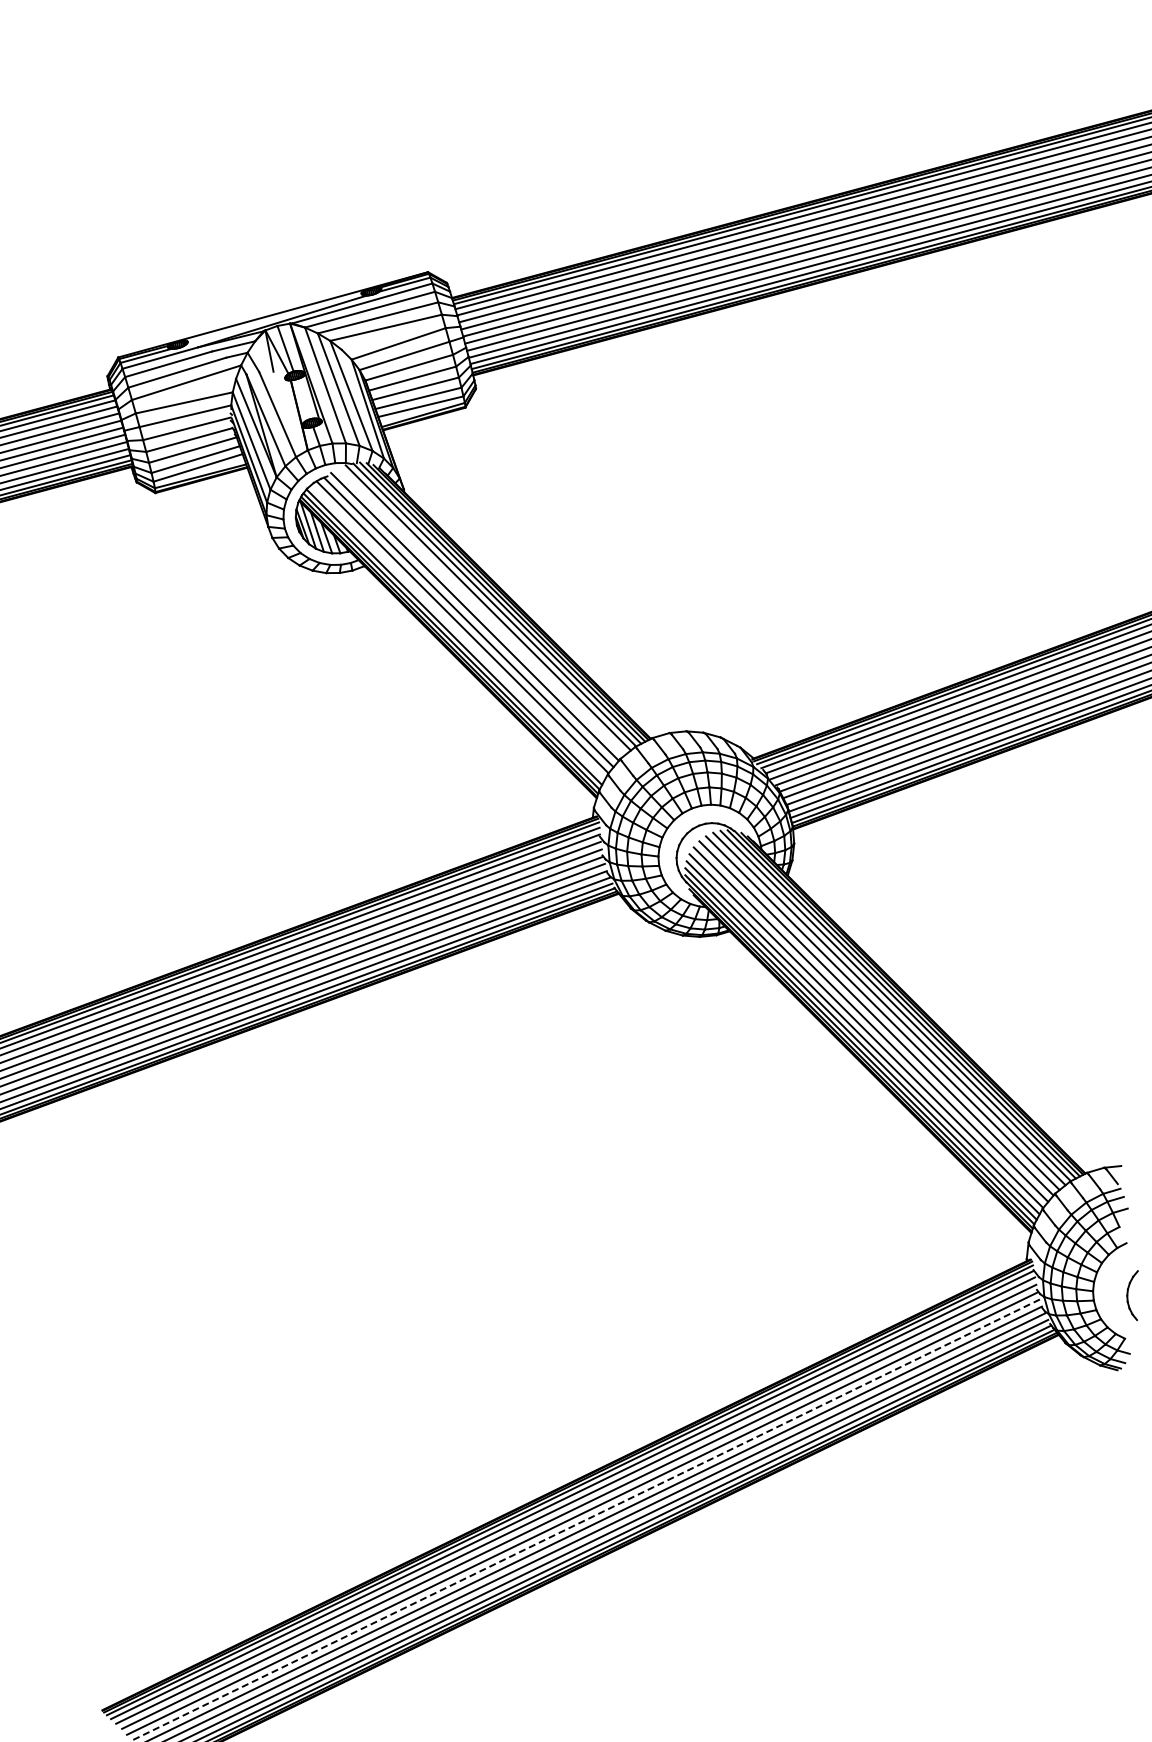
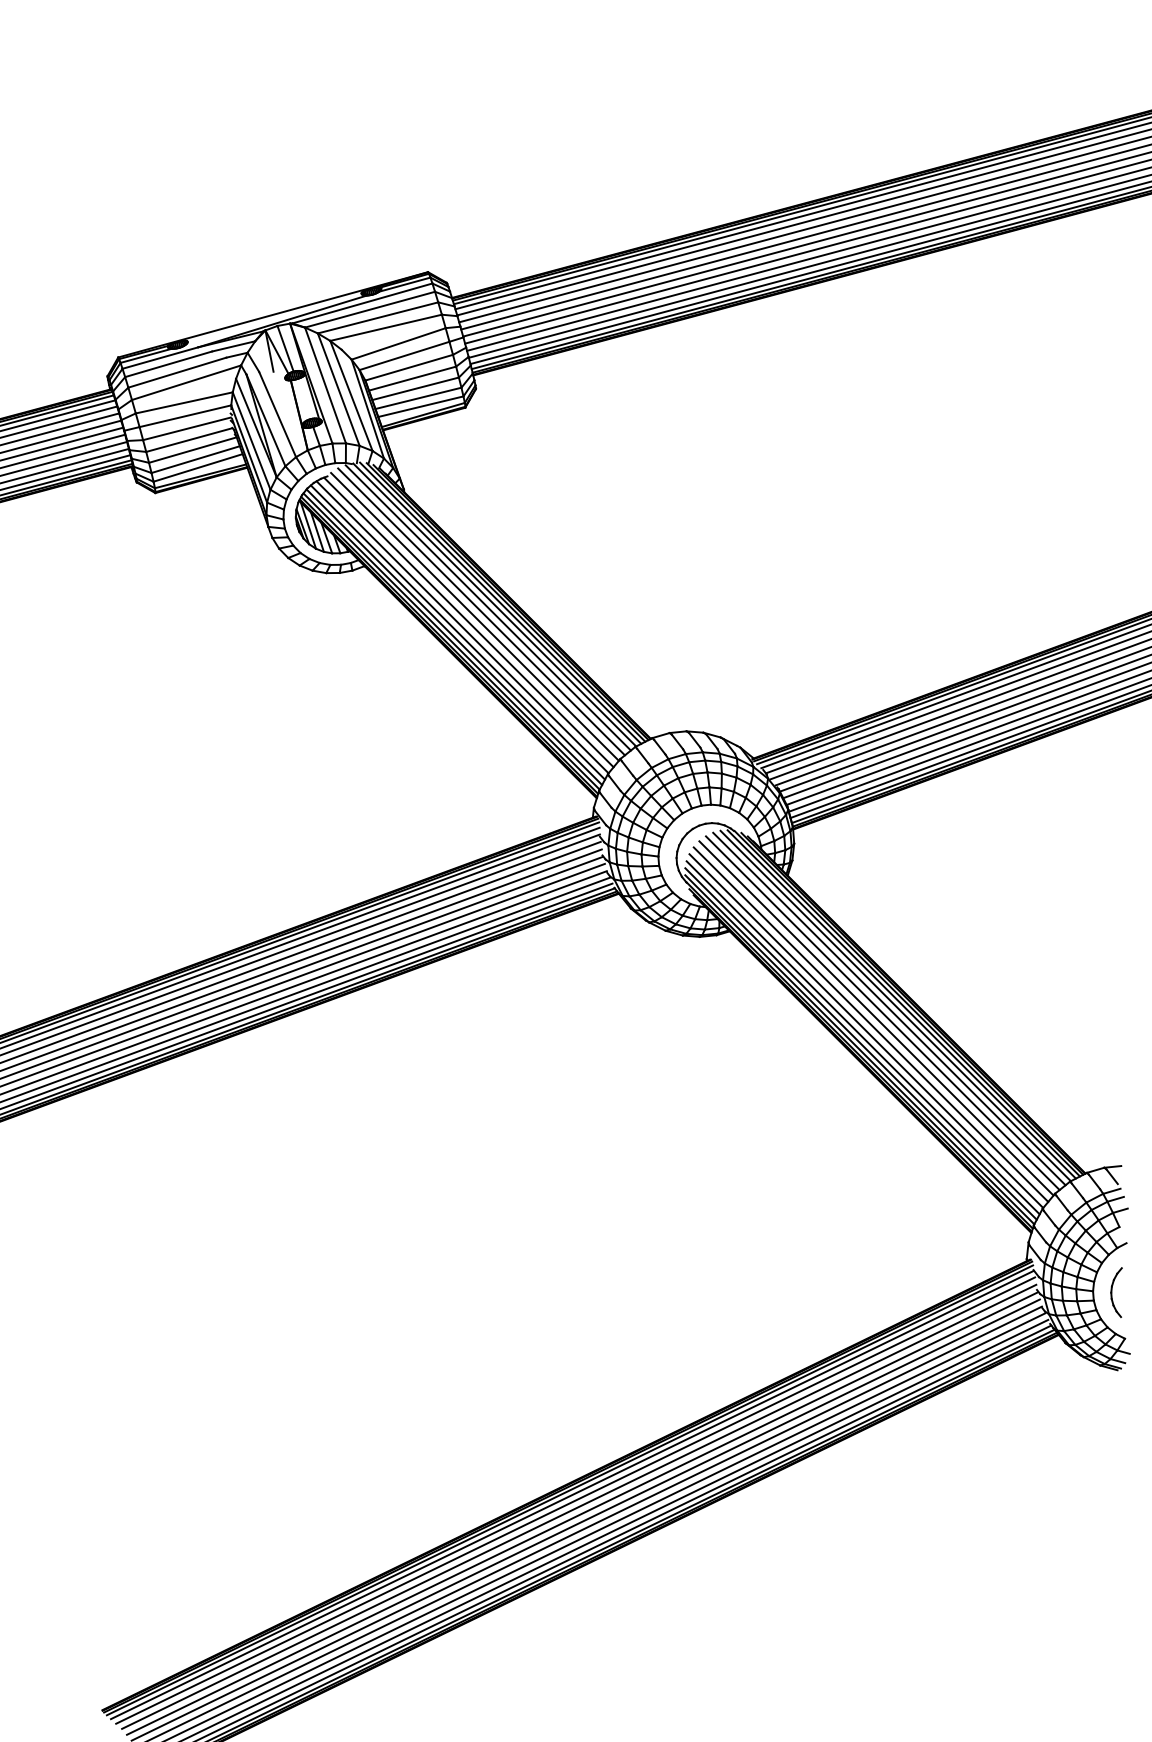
line at (481, 611): none -> present
line at (457, 632): none -> present
part at (1132, 1295) position: (1132, 1295) -> (1116, 1292)
line at (585, 1520): dashed -> solid
